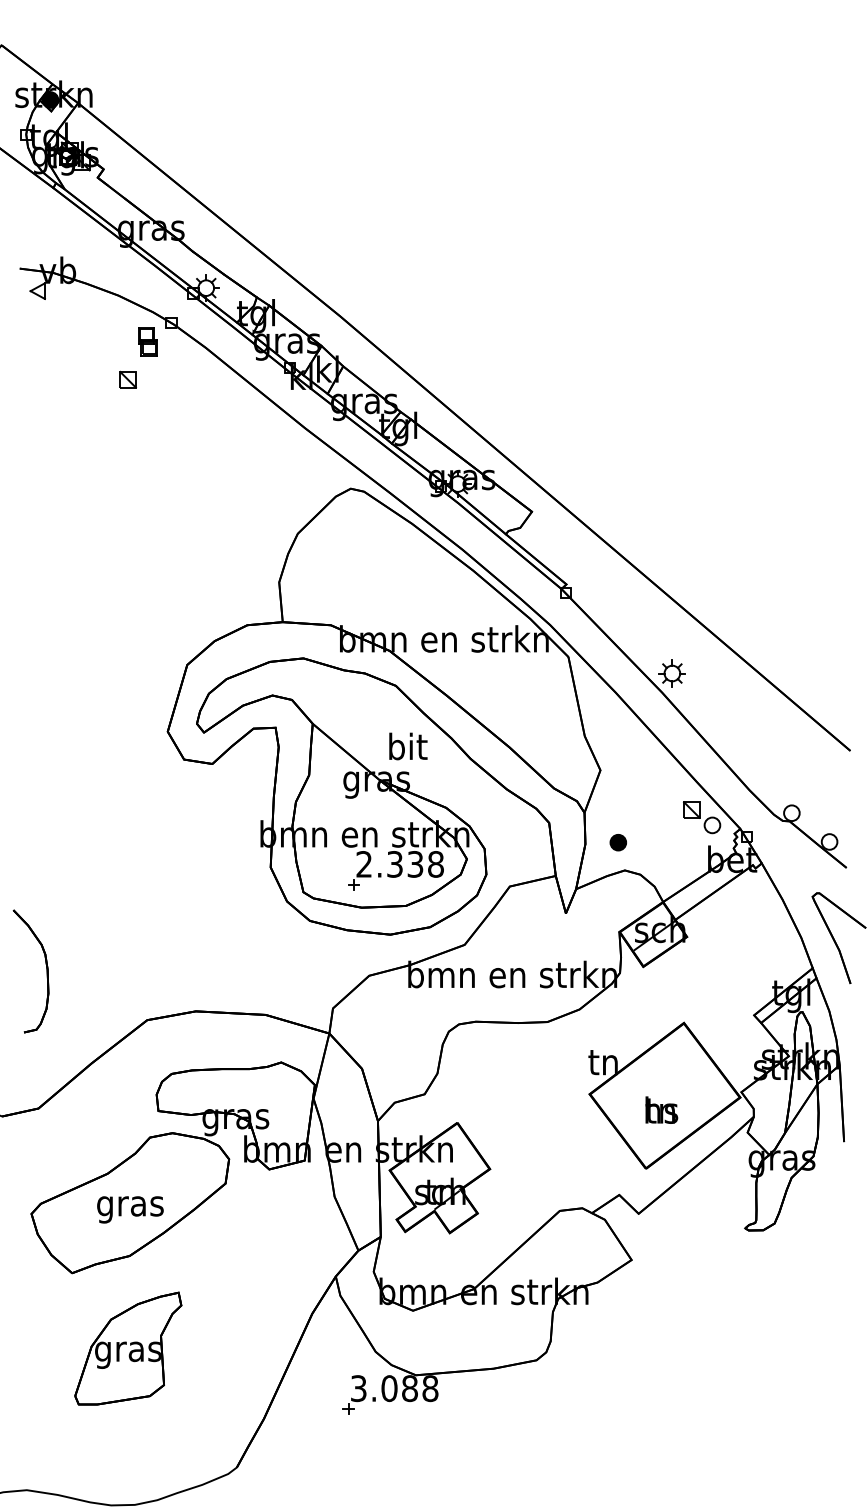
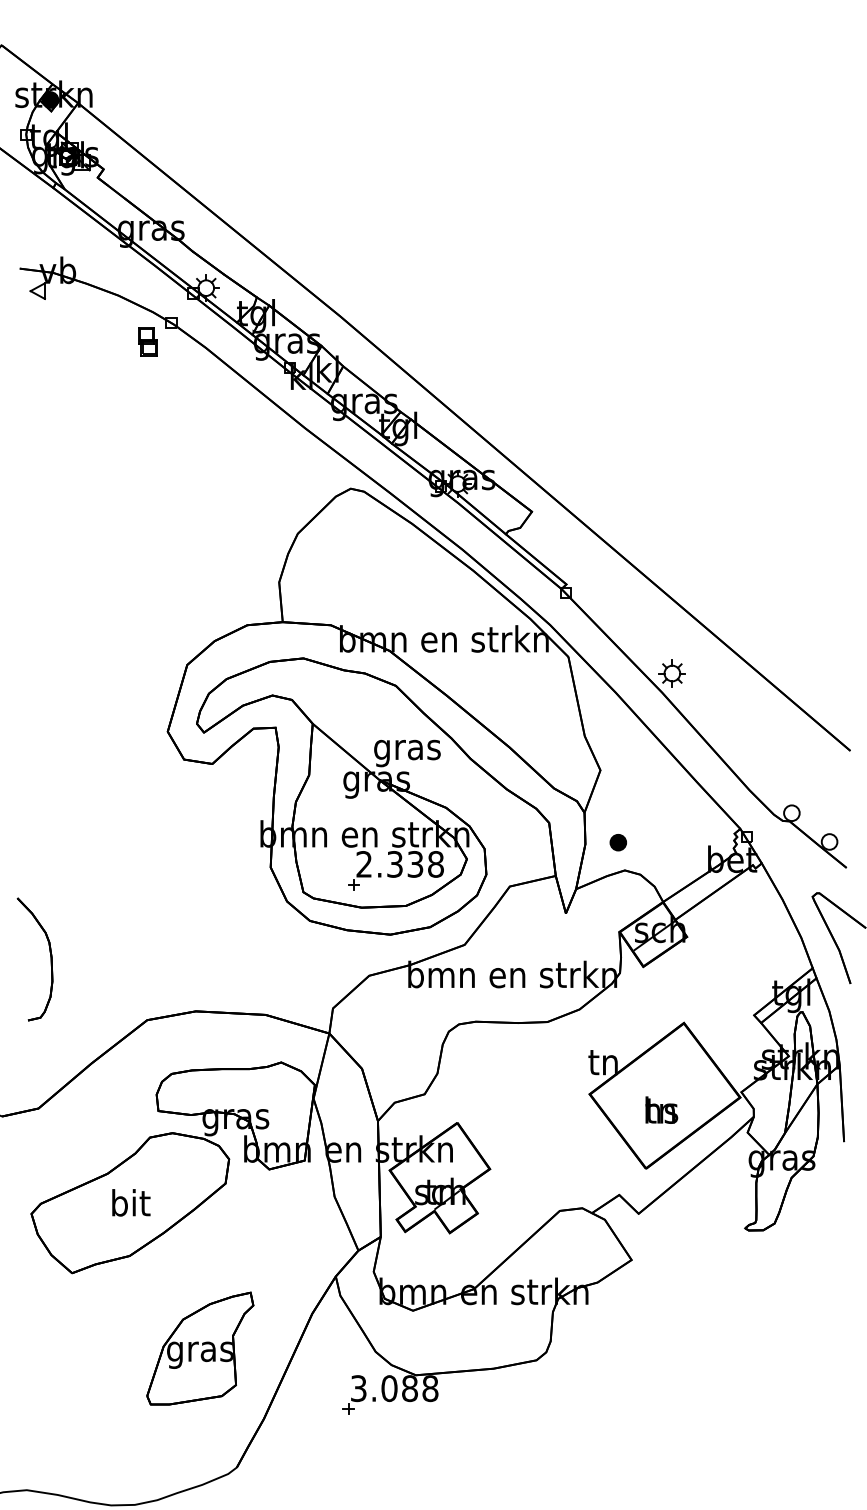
part at (127, 379): present -> none
text at (407, 749): bit -> gras
part at (702, 817): present -> none
part at (46, 971) position: (46, 971) -> (50, 959)
text at (130, 1206): gras -> bit
part at (128, 1348) position: (128, 1348) -> (200, 1348)
